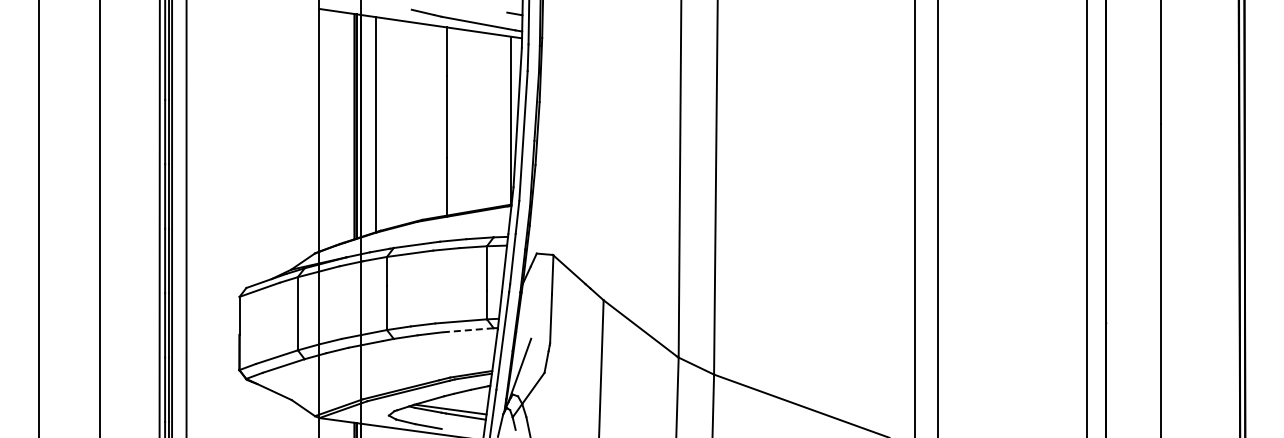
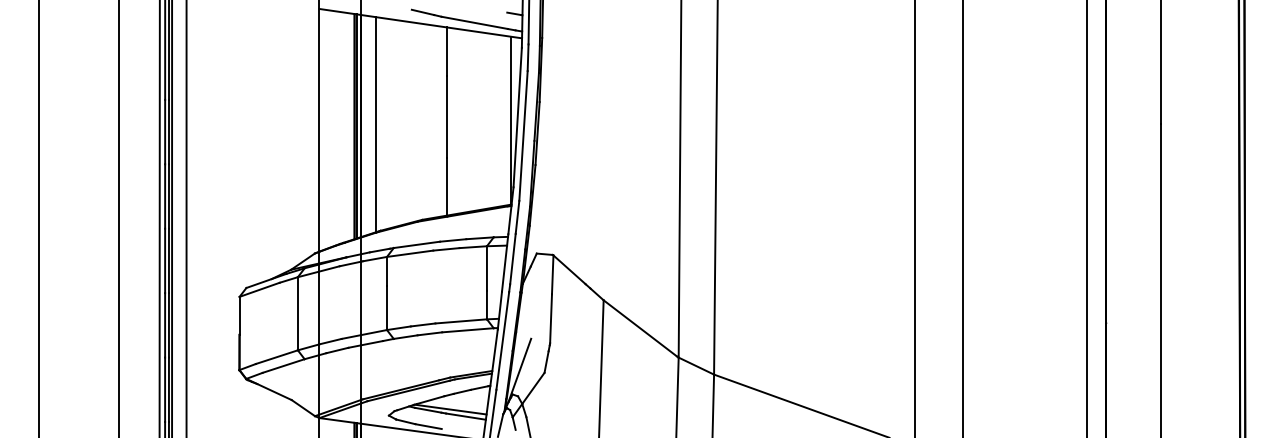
line at (99, 218) position: (99, 218) -> (118, 218)
line at (937, 218) position: (937, 218) -> (962, 218)
line at (467, 330): dashed -> solid
